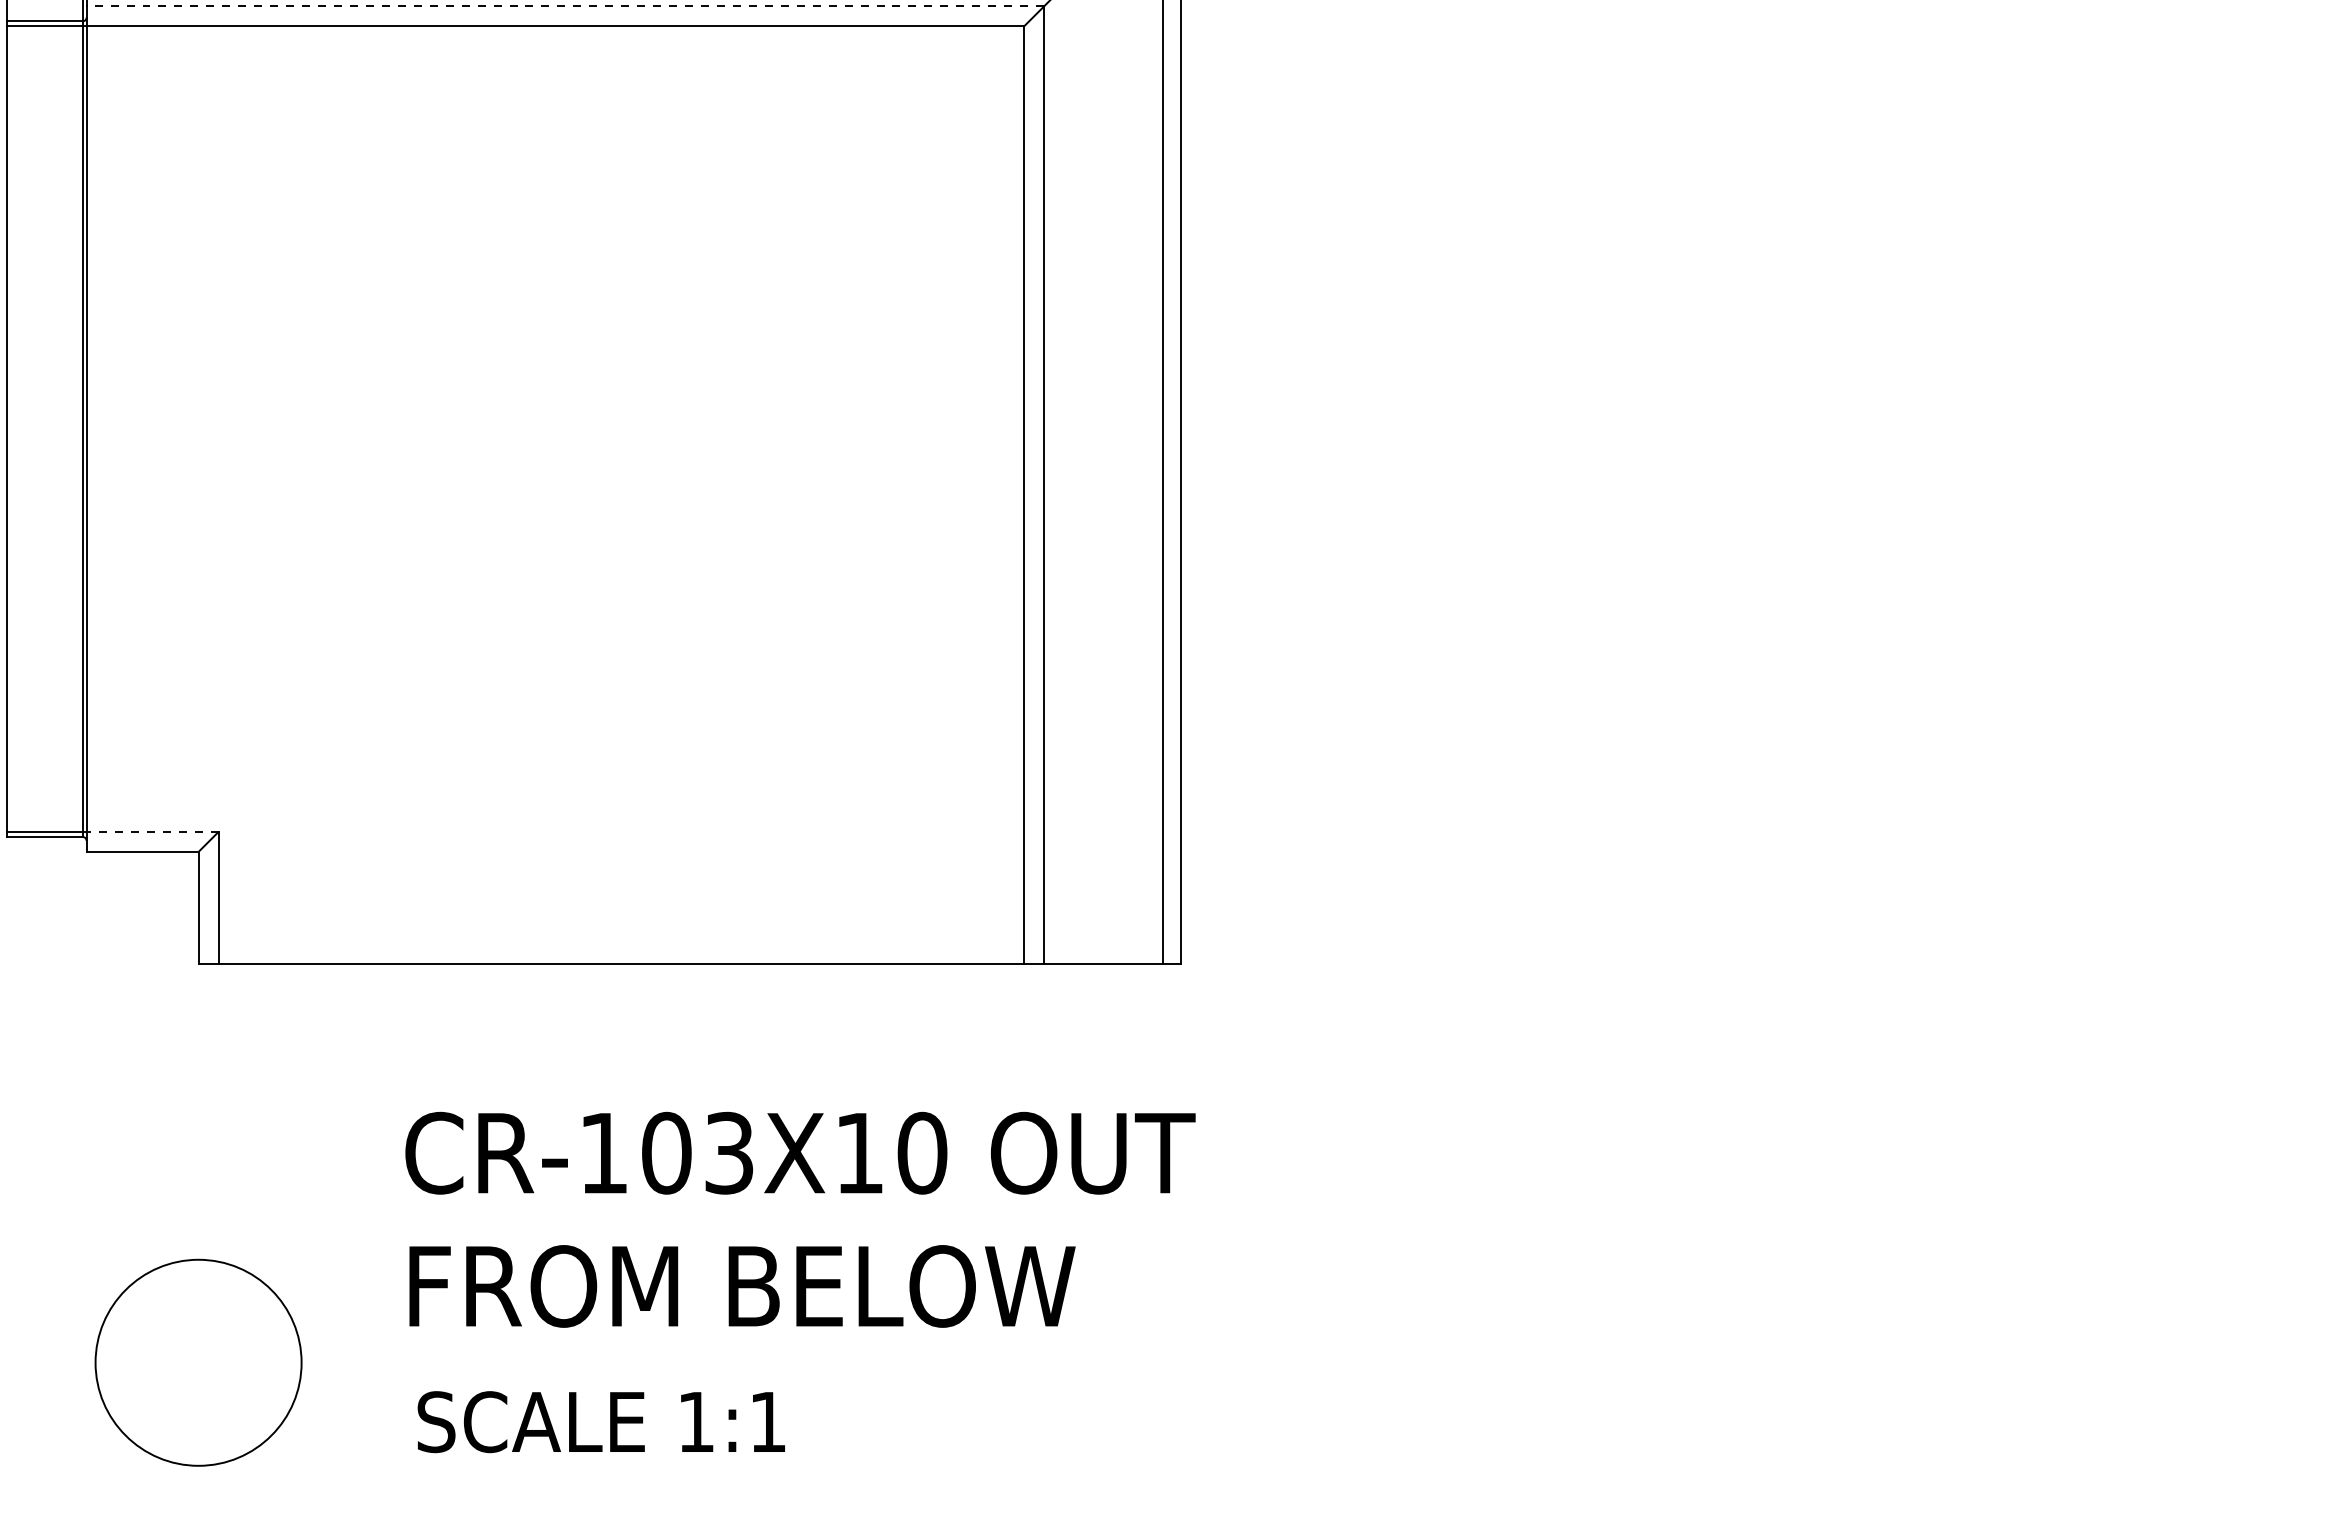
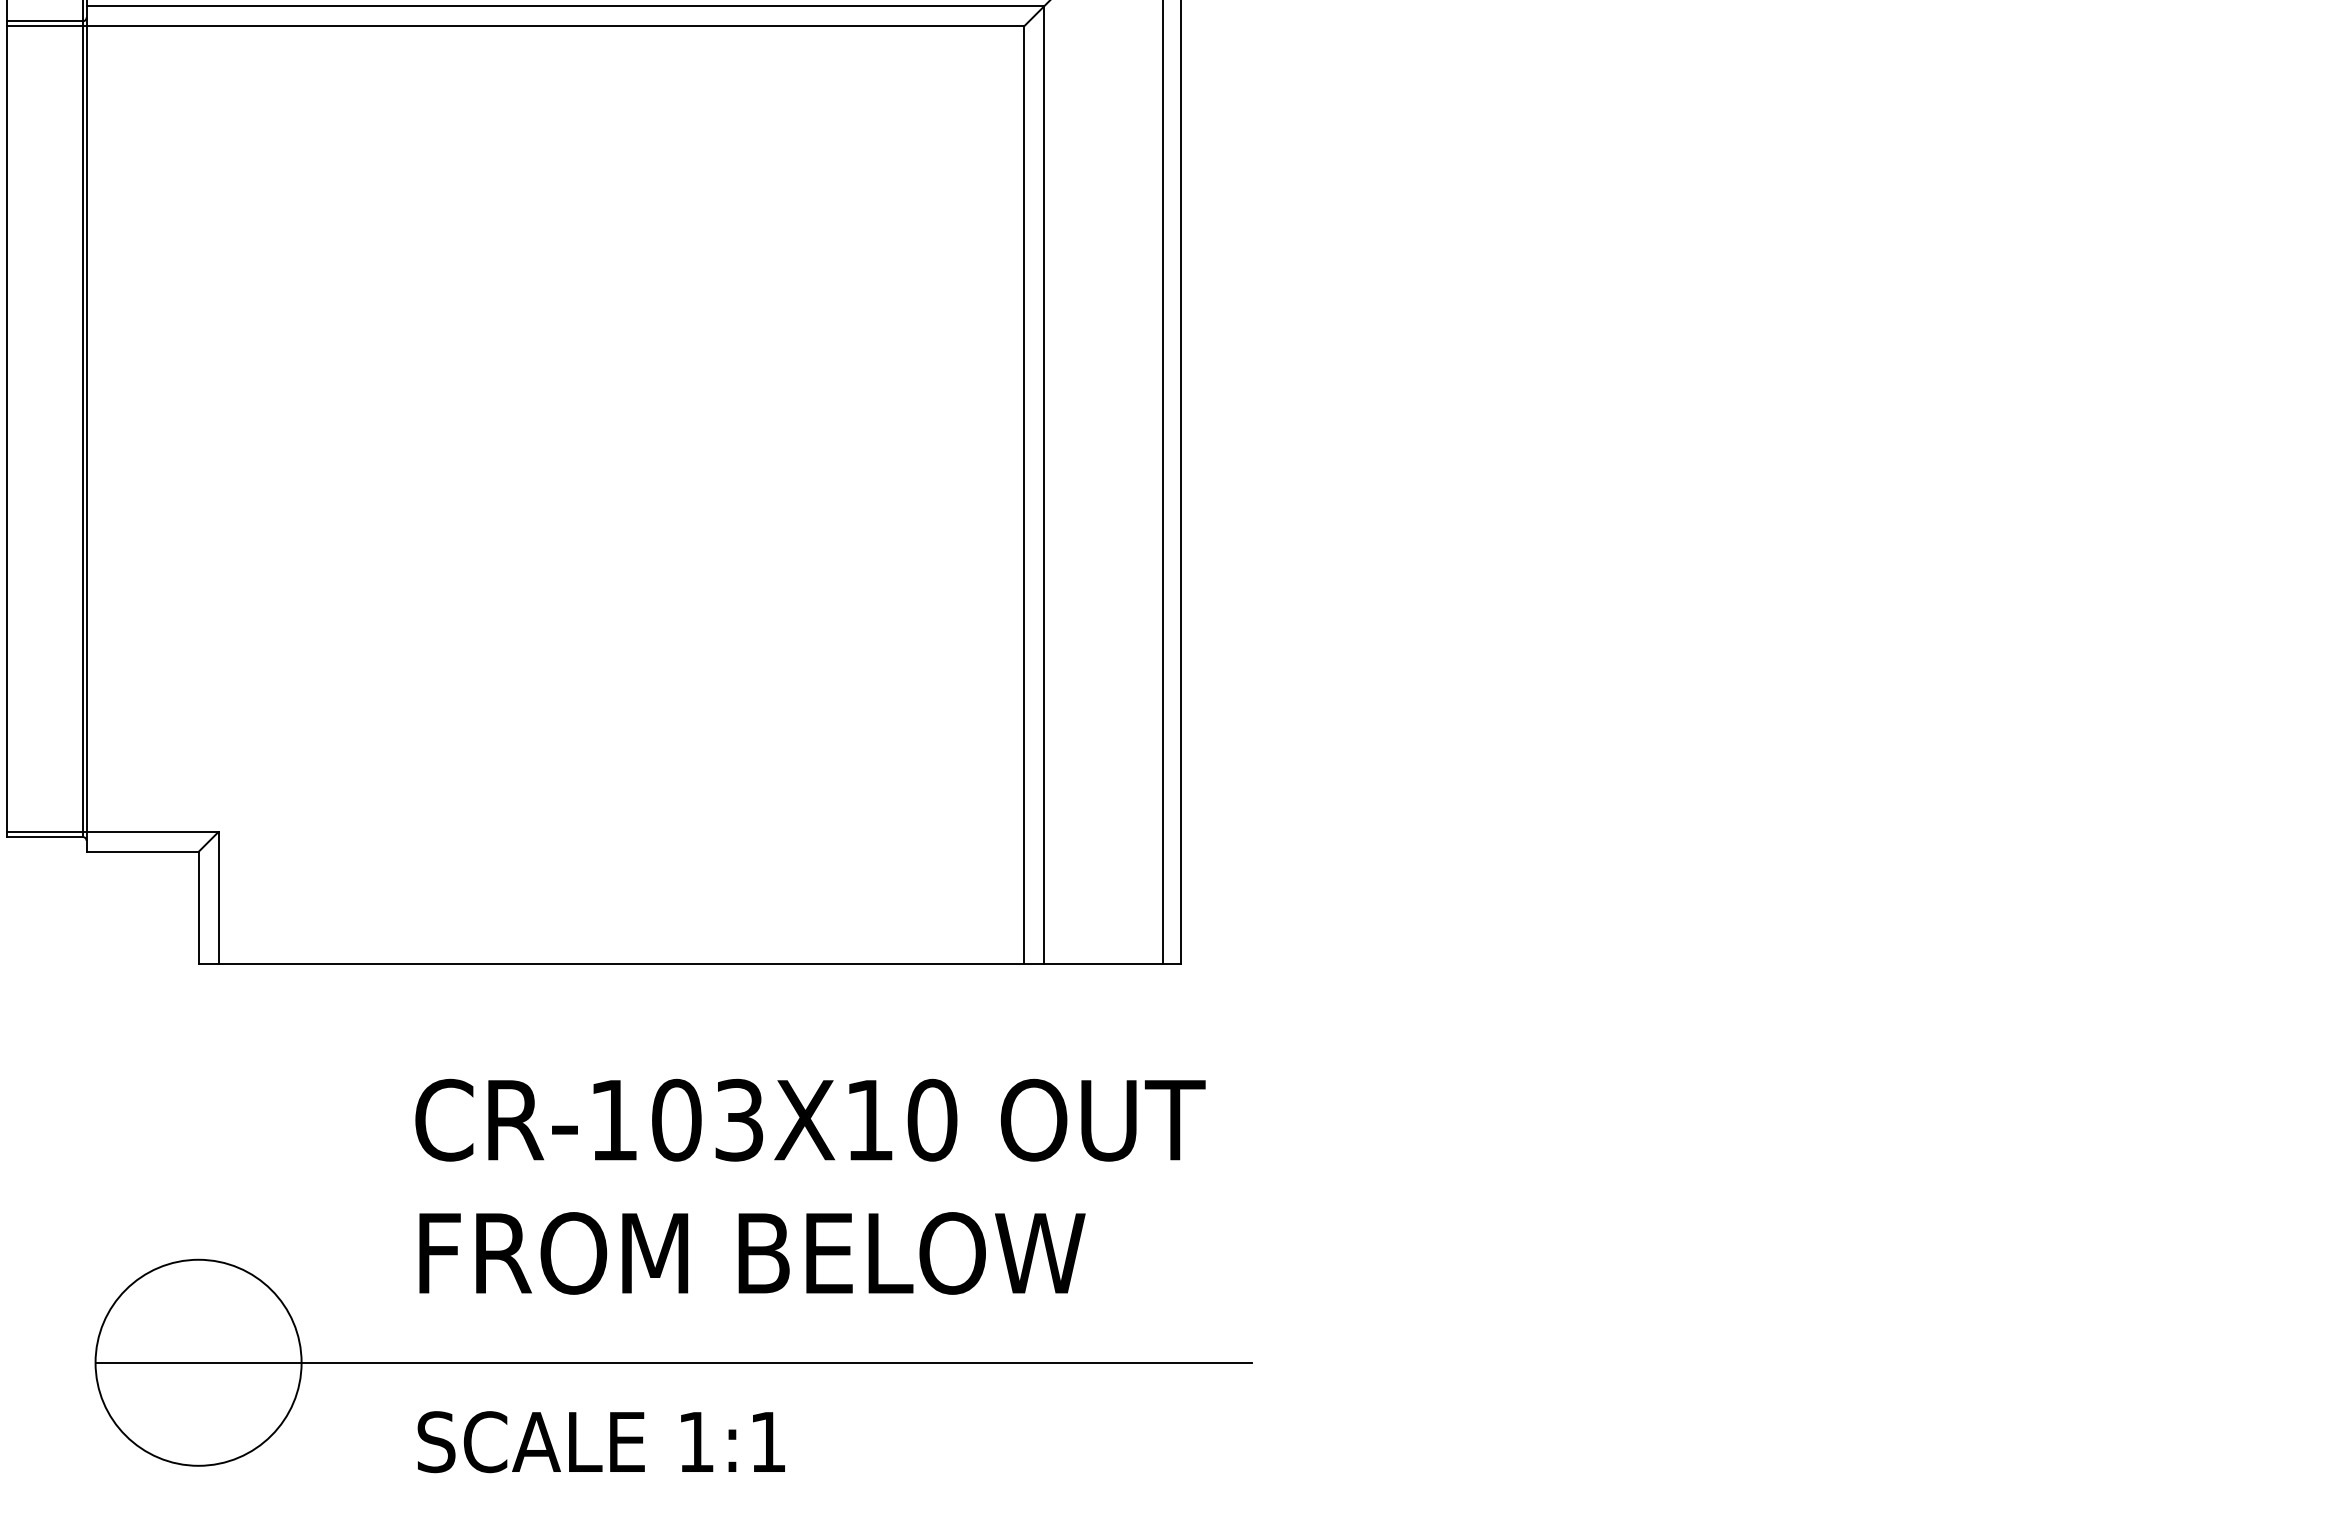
line at (565, 6): dashed -> solid
line at (152, 831): dashed -> solid
text at (800, 1219) position: (800, 1219) -> (810, 1186)
line at (673, 1362): none -> present
text at (600, 1422) position: (600, 1422) -> (600, 1442)
